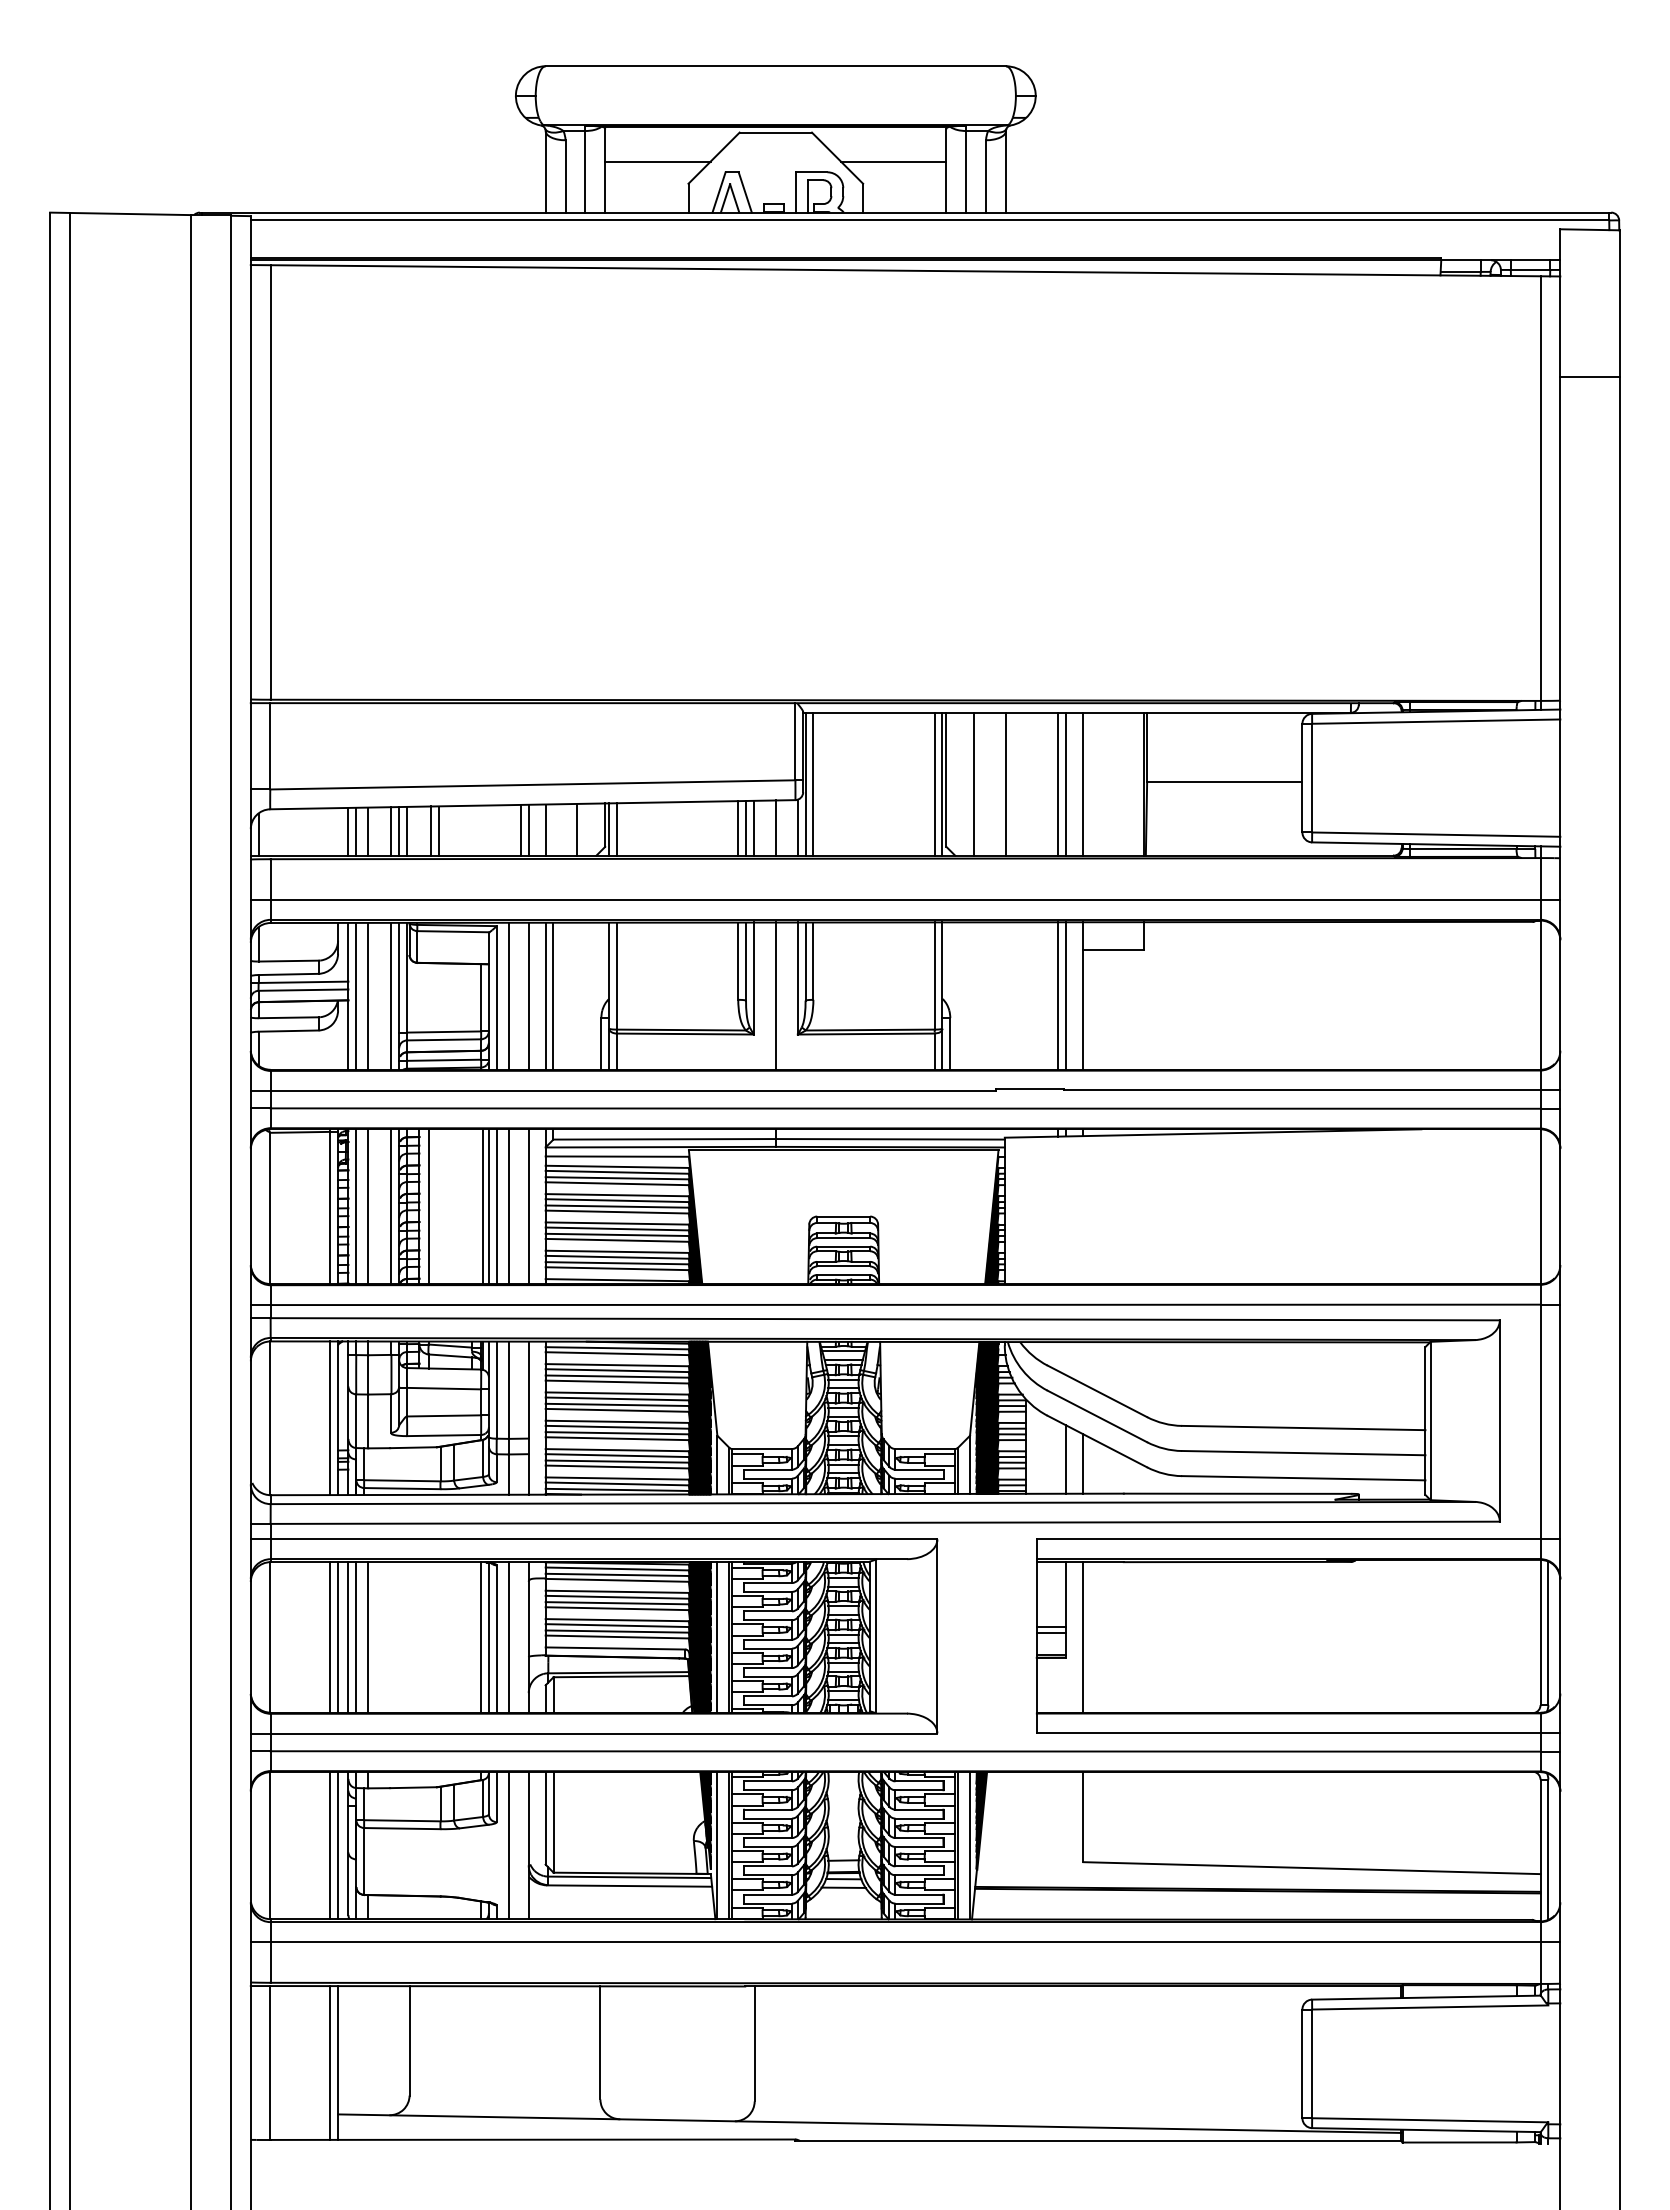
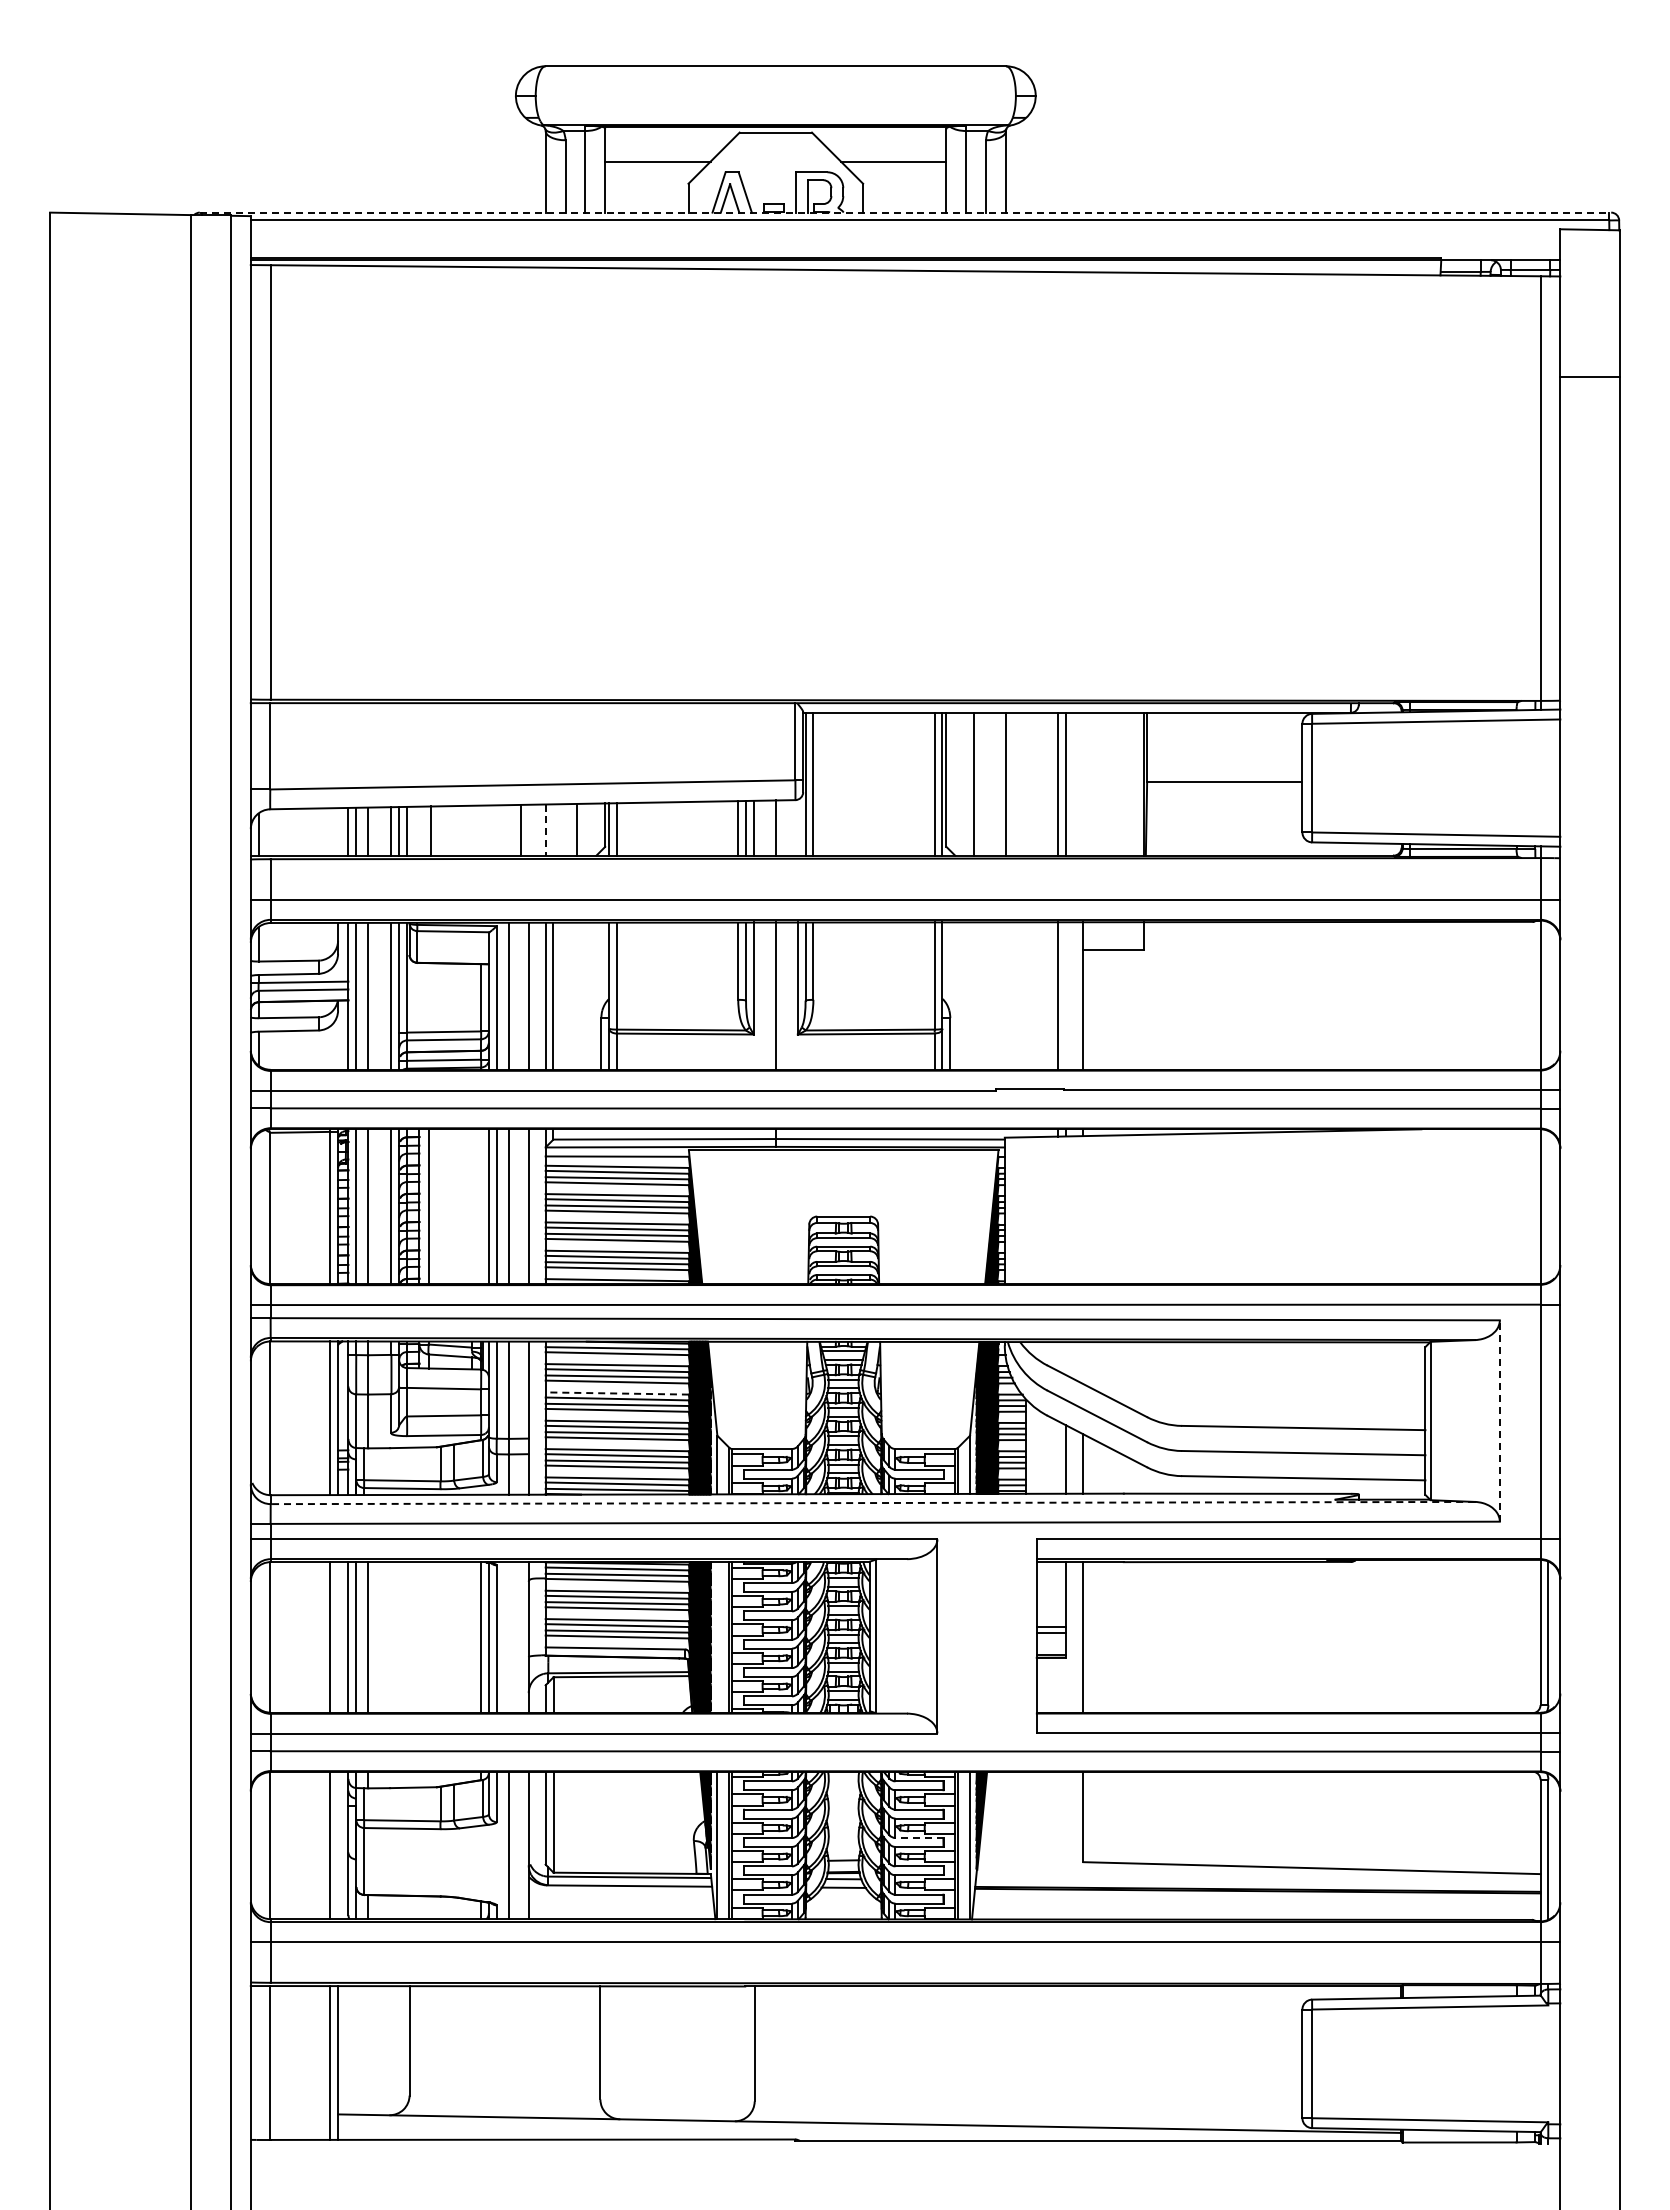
line at (905, 212): solid -> dashed
line at (1083, 783): present -> none
line at (797, 827): present -> none
line at (528, 829): present -> none
line at (438, 830): present -> none
line at (545, 830): solid -> dashed
line at (1065, 995): present -> none
line at (483, 1206): present -> none
line at (69, 1209): present -> none
line at (617, 1393): solid -> dashed
line at (1499, 1420): solid -> dashed
line at (872, 1503): solid -> dashed
line at (338, 1637): present -> none
line at (508, 1637): present -> none
line at (717, 1637): present -> none
line at (919, 1838): solid -> dashed
line at (338, 1845): present -> none
